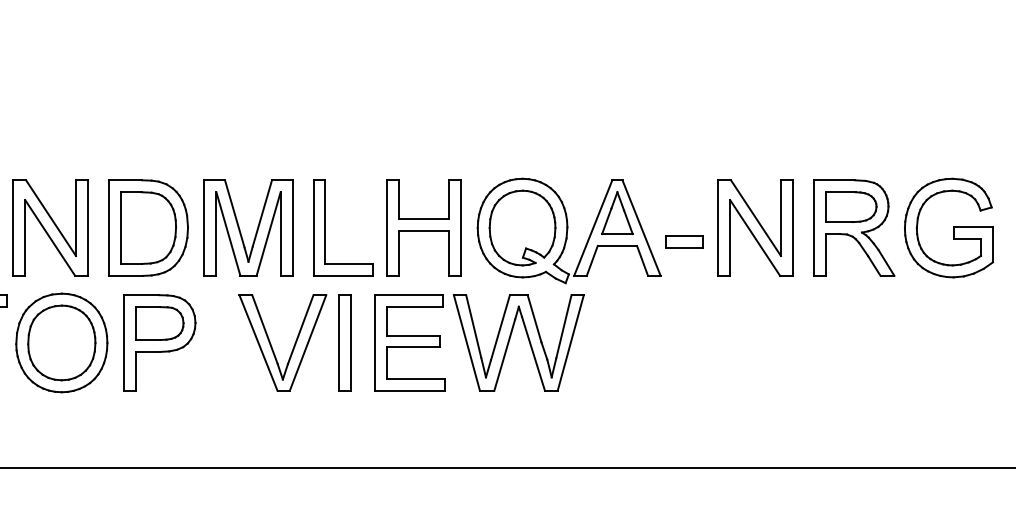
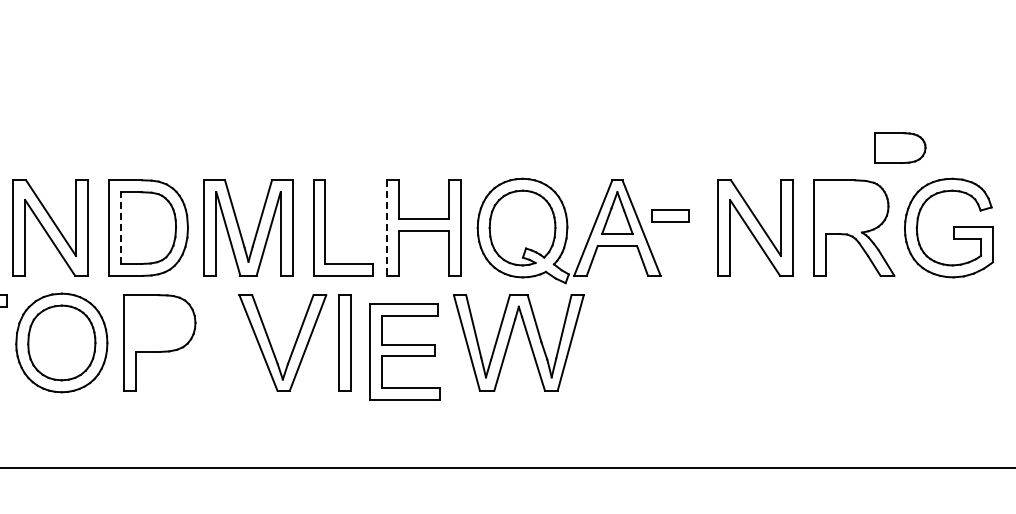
part at (851, 206) position: (851, 206) -> (900, 147)
line at (120, 228): solid -> dashed
line at (386, 228): solid -> dashed
part at (684, 241) position: (684, 241) -> (670, 215)
part at (159, 323): present -> none
part at (409, 342) position: (409, 342) -> (404, 351)
